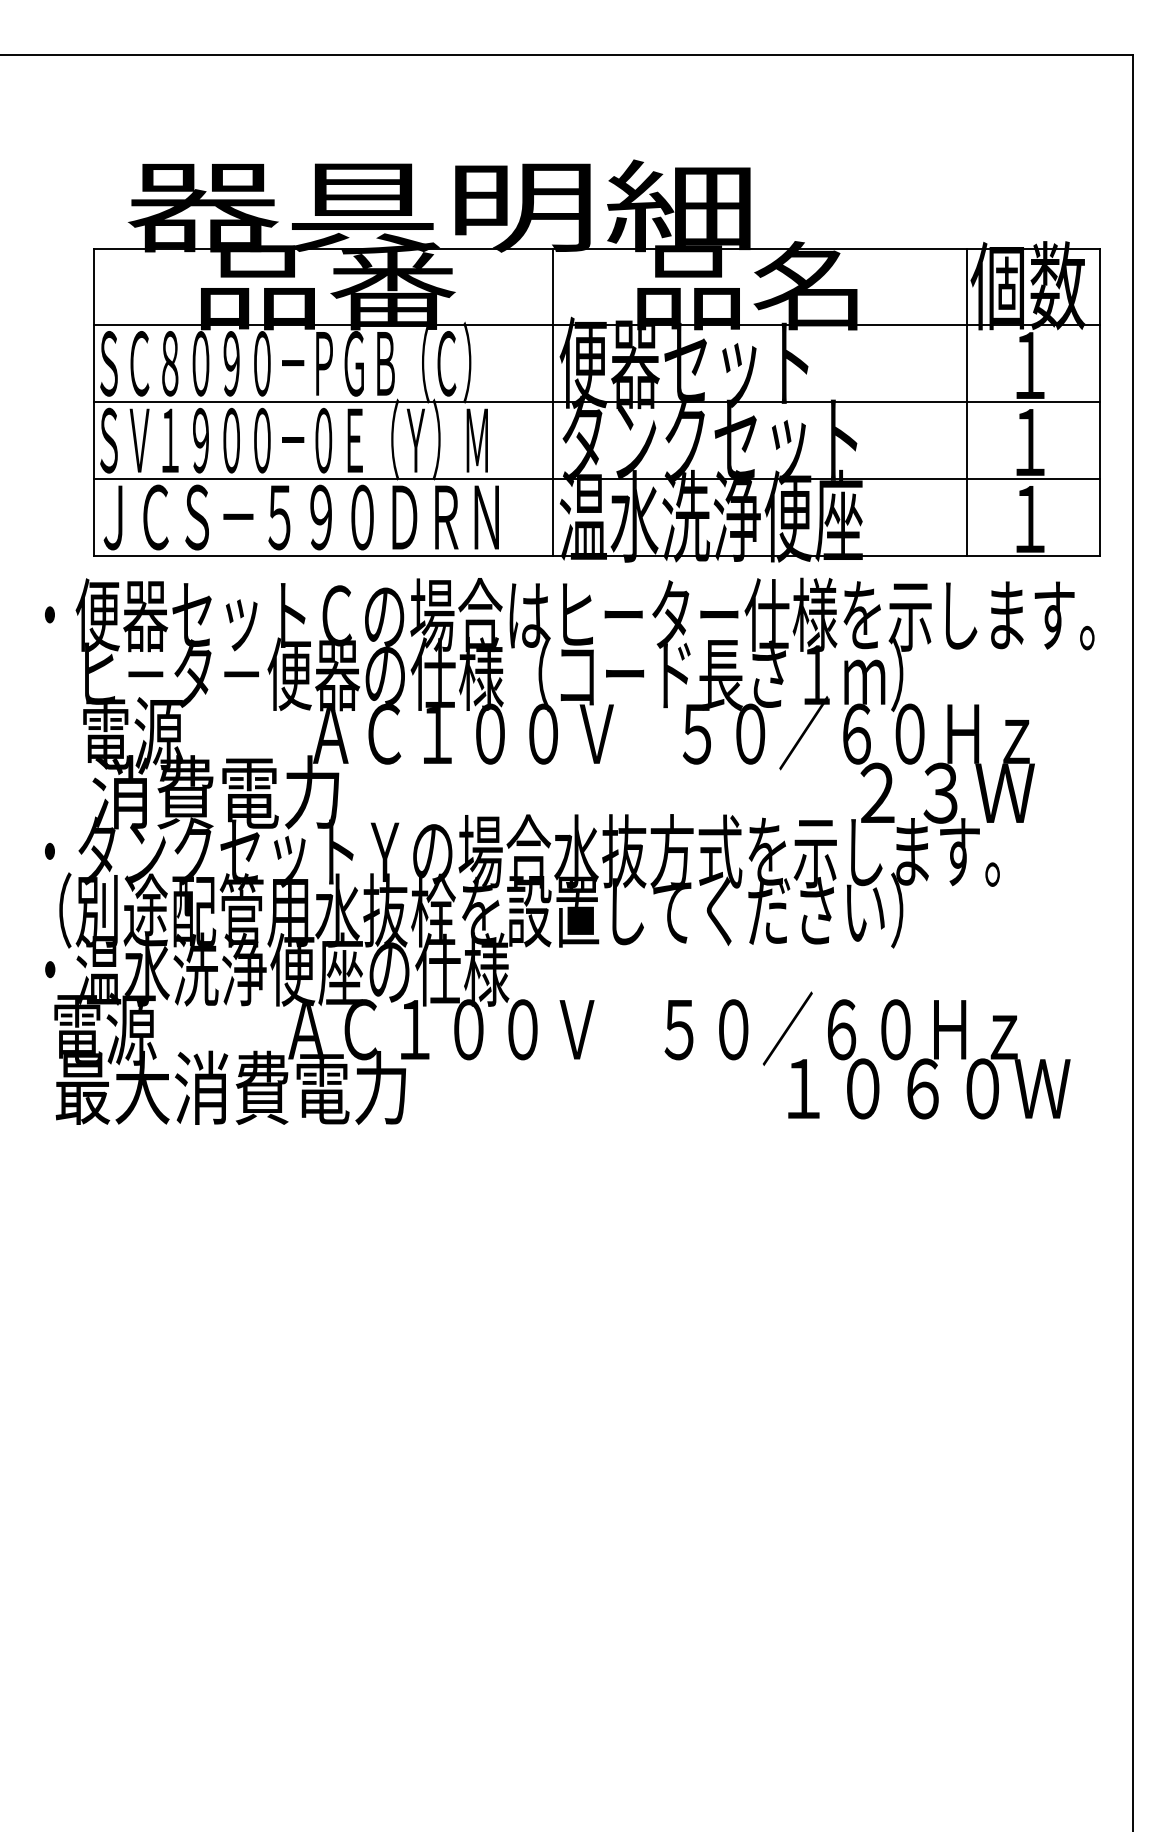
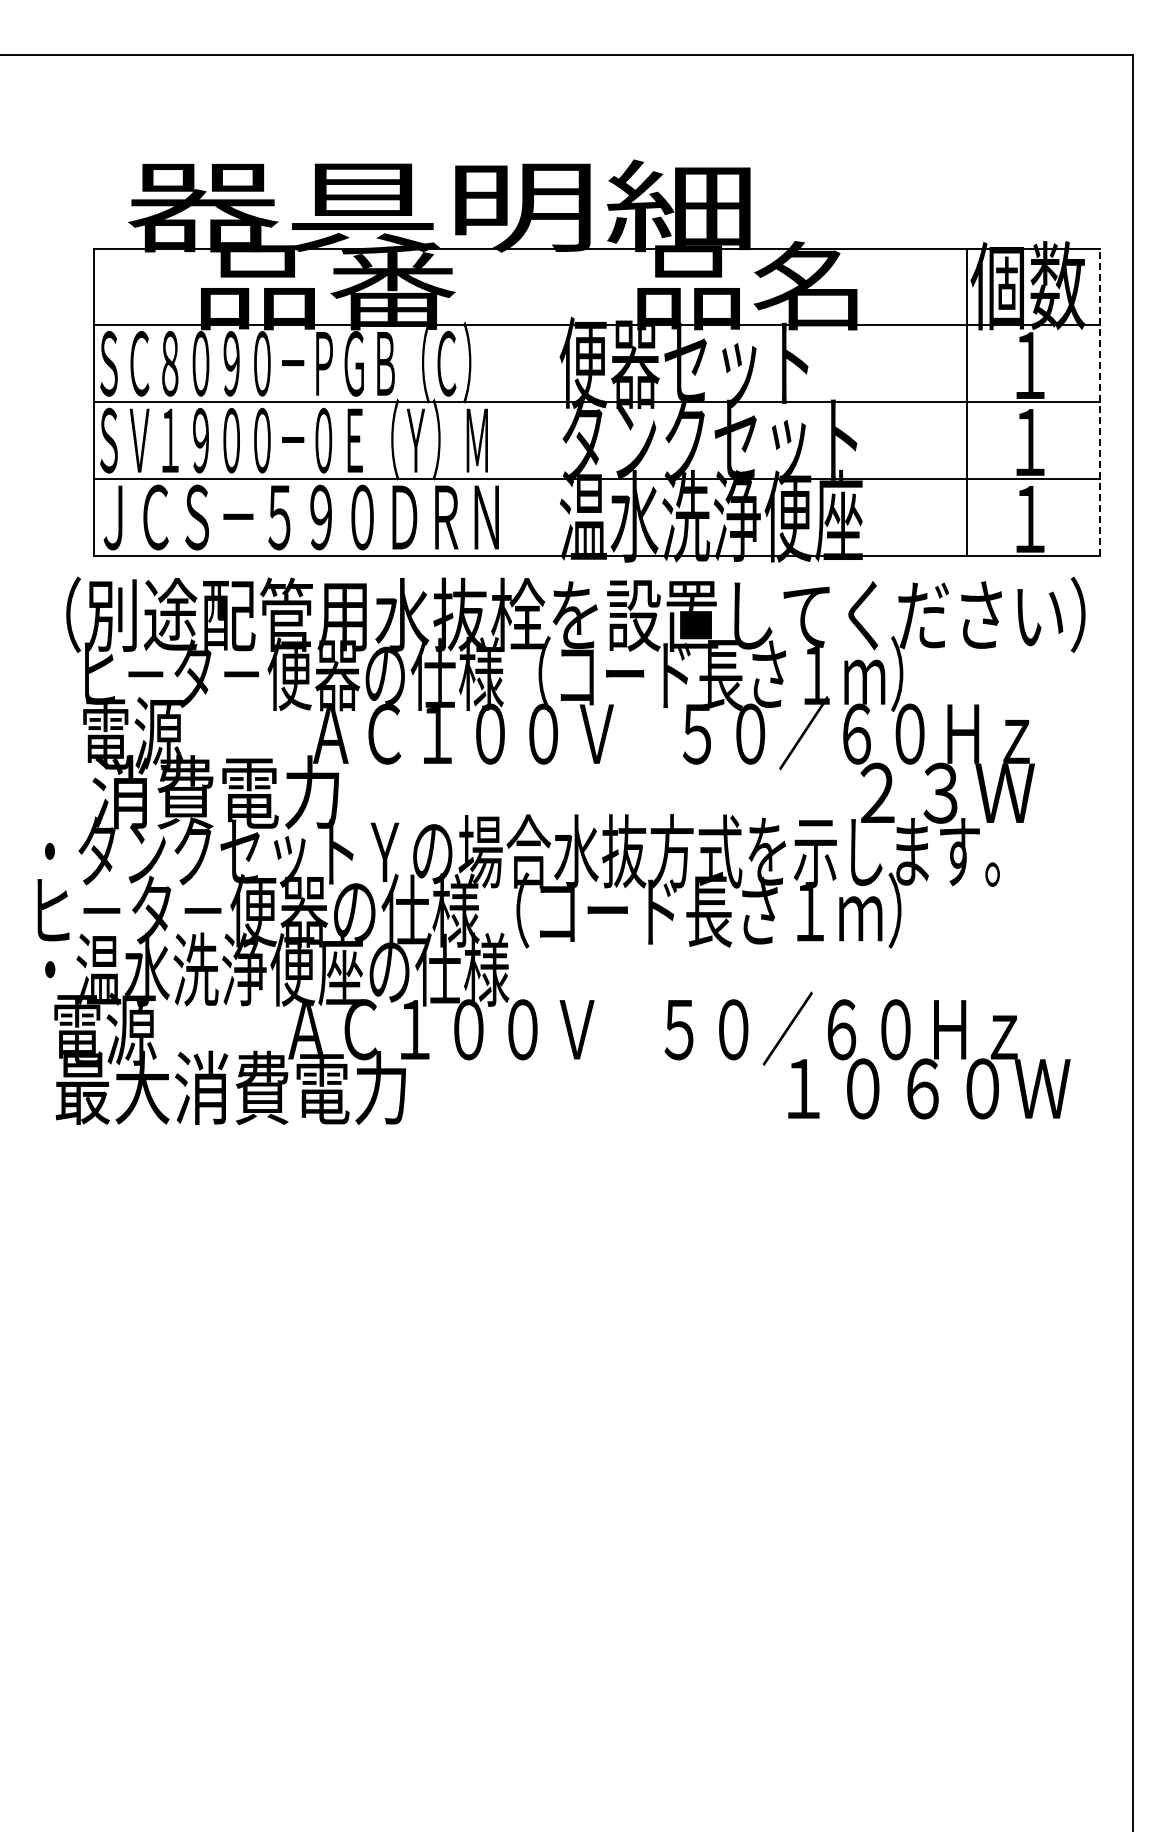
line at (553, 402): present -> none
line at (1100, 402): solid -> dashed
text at (569, 614): ・便器セットＣの場合はヒーター仕様を示します。 -> （別途配管用水抜栓を設置してください）
text at (470, 910): （別途配管用水抜栓を設置してください） -> ヒ－タ－便器の仕様（コード長さ１ｍ）
